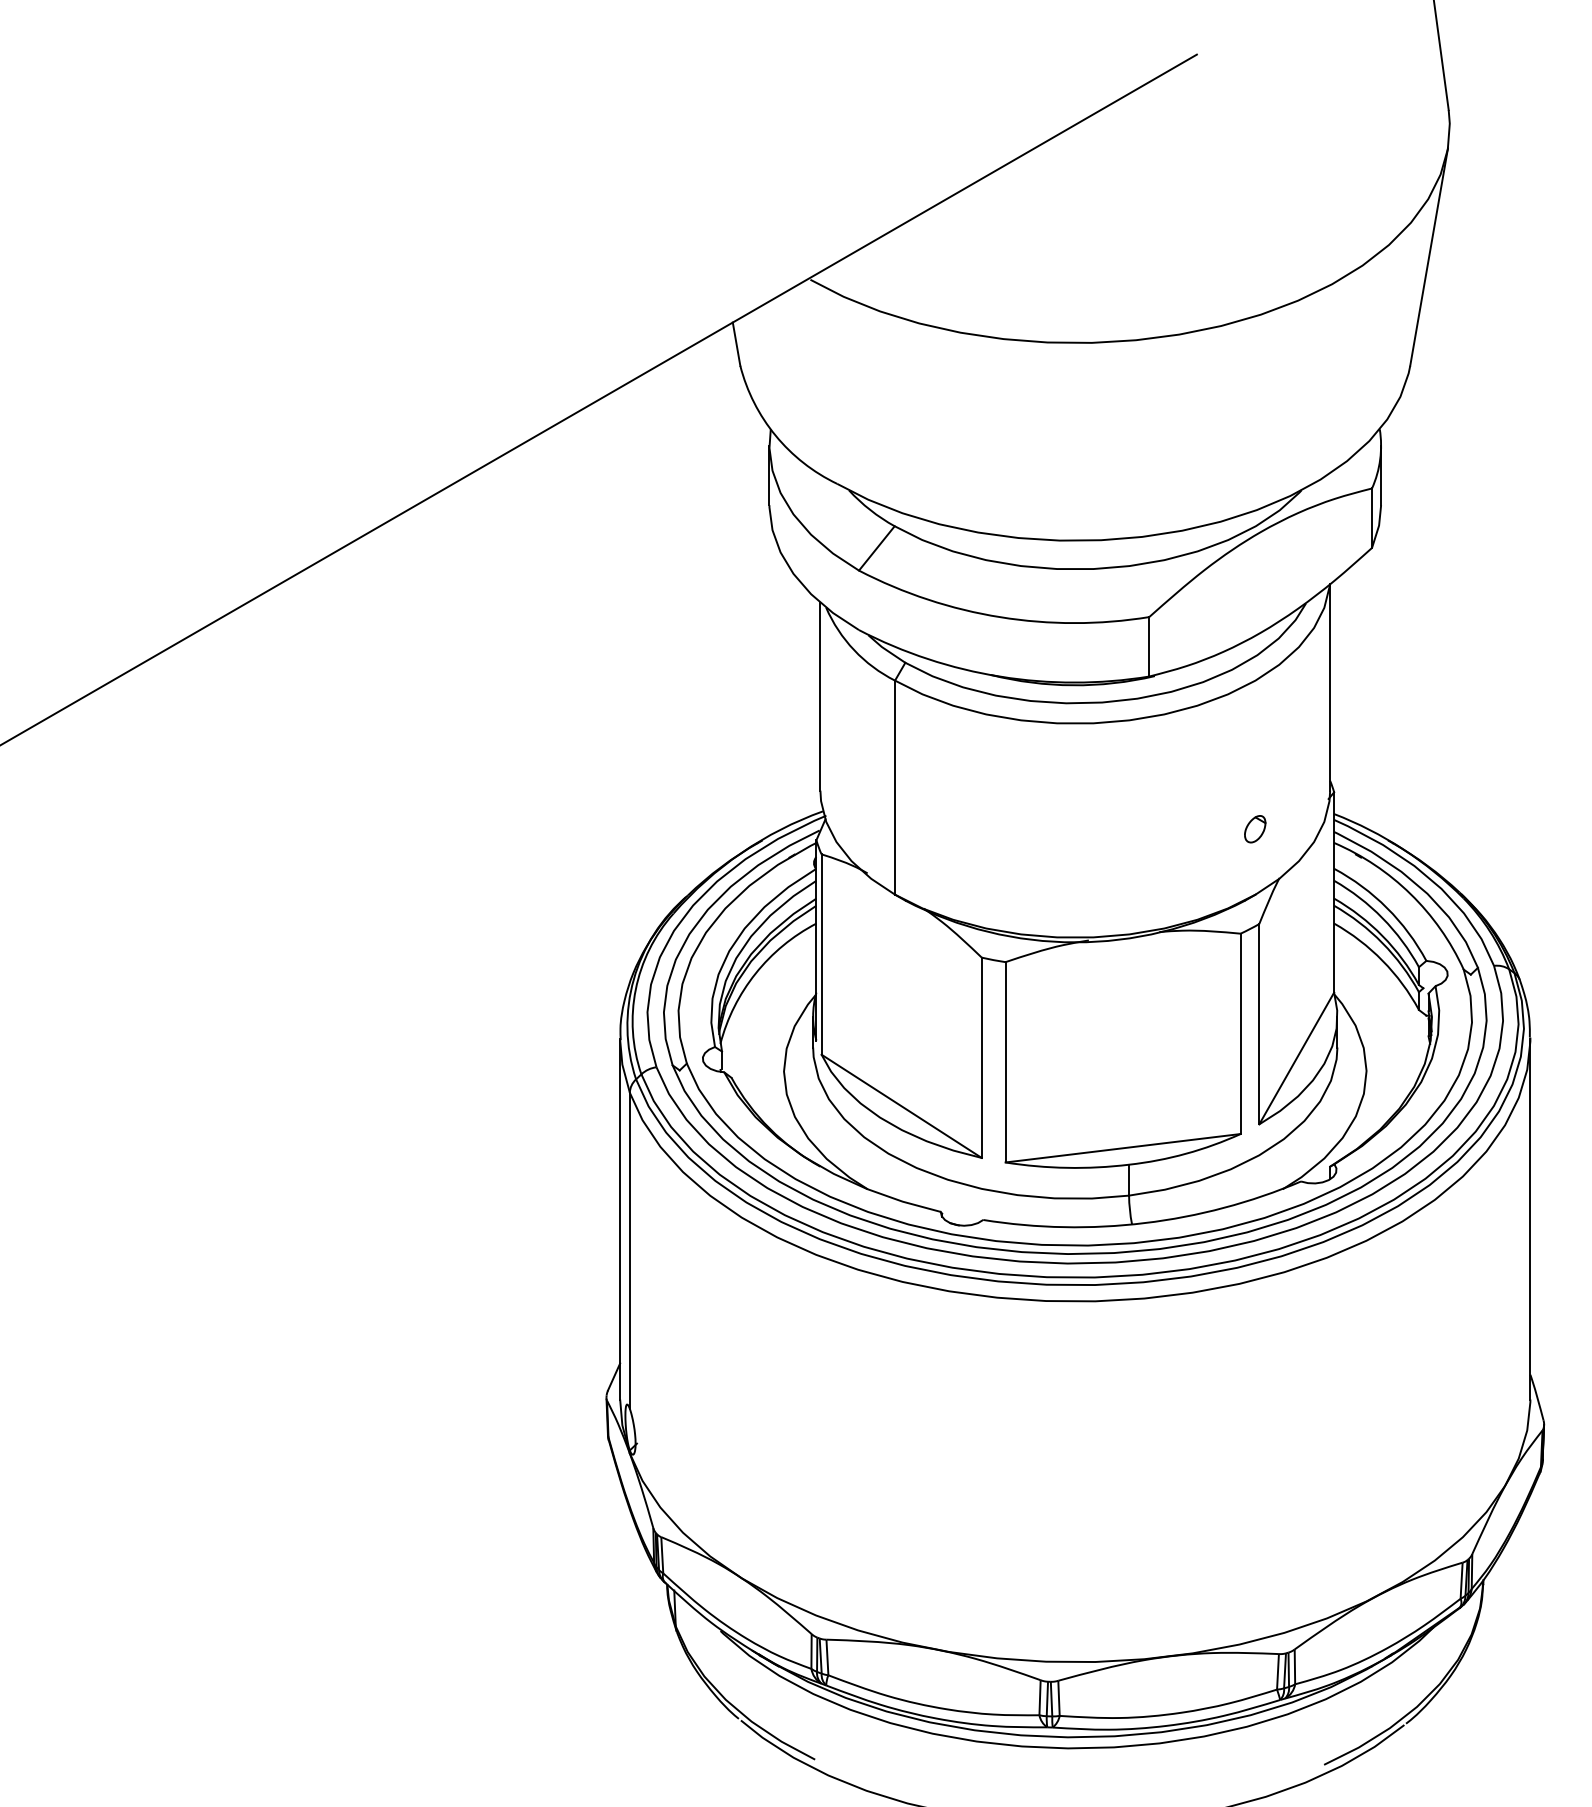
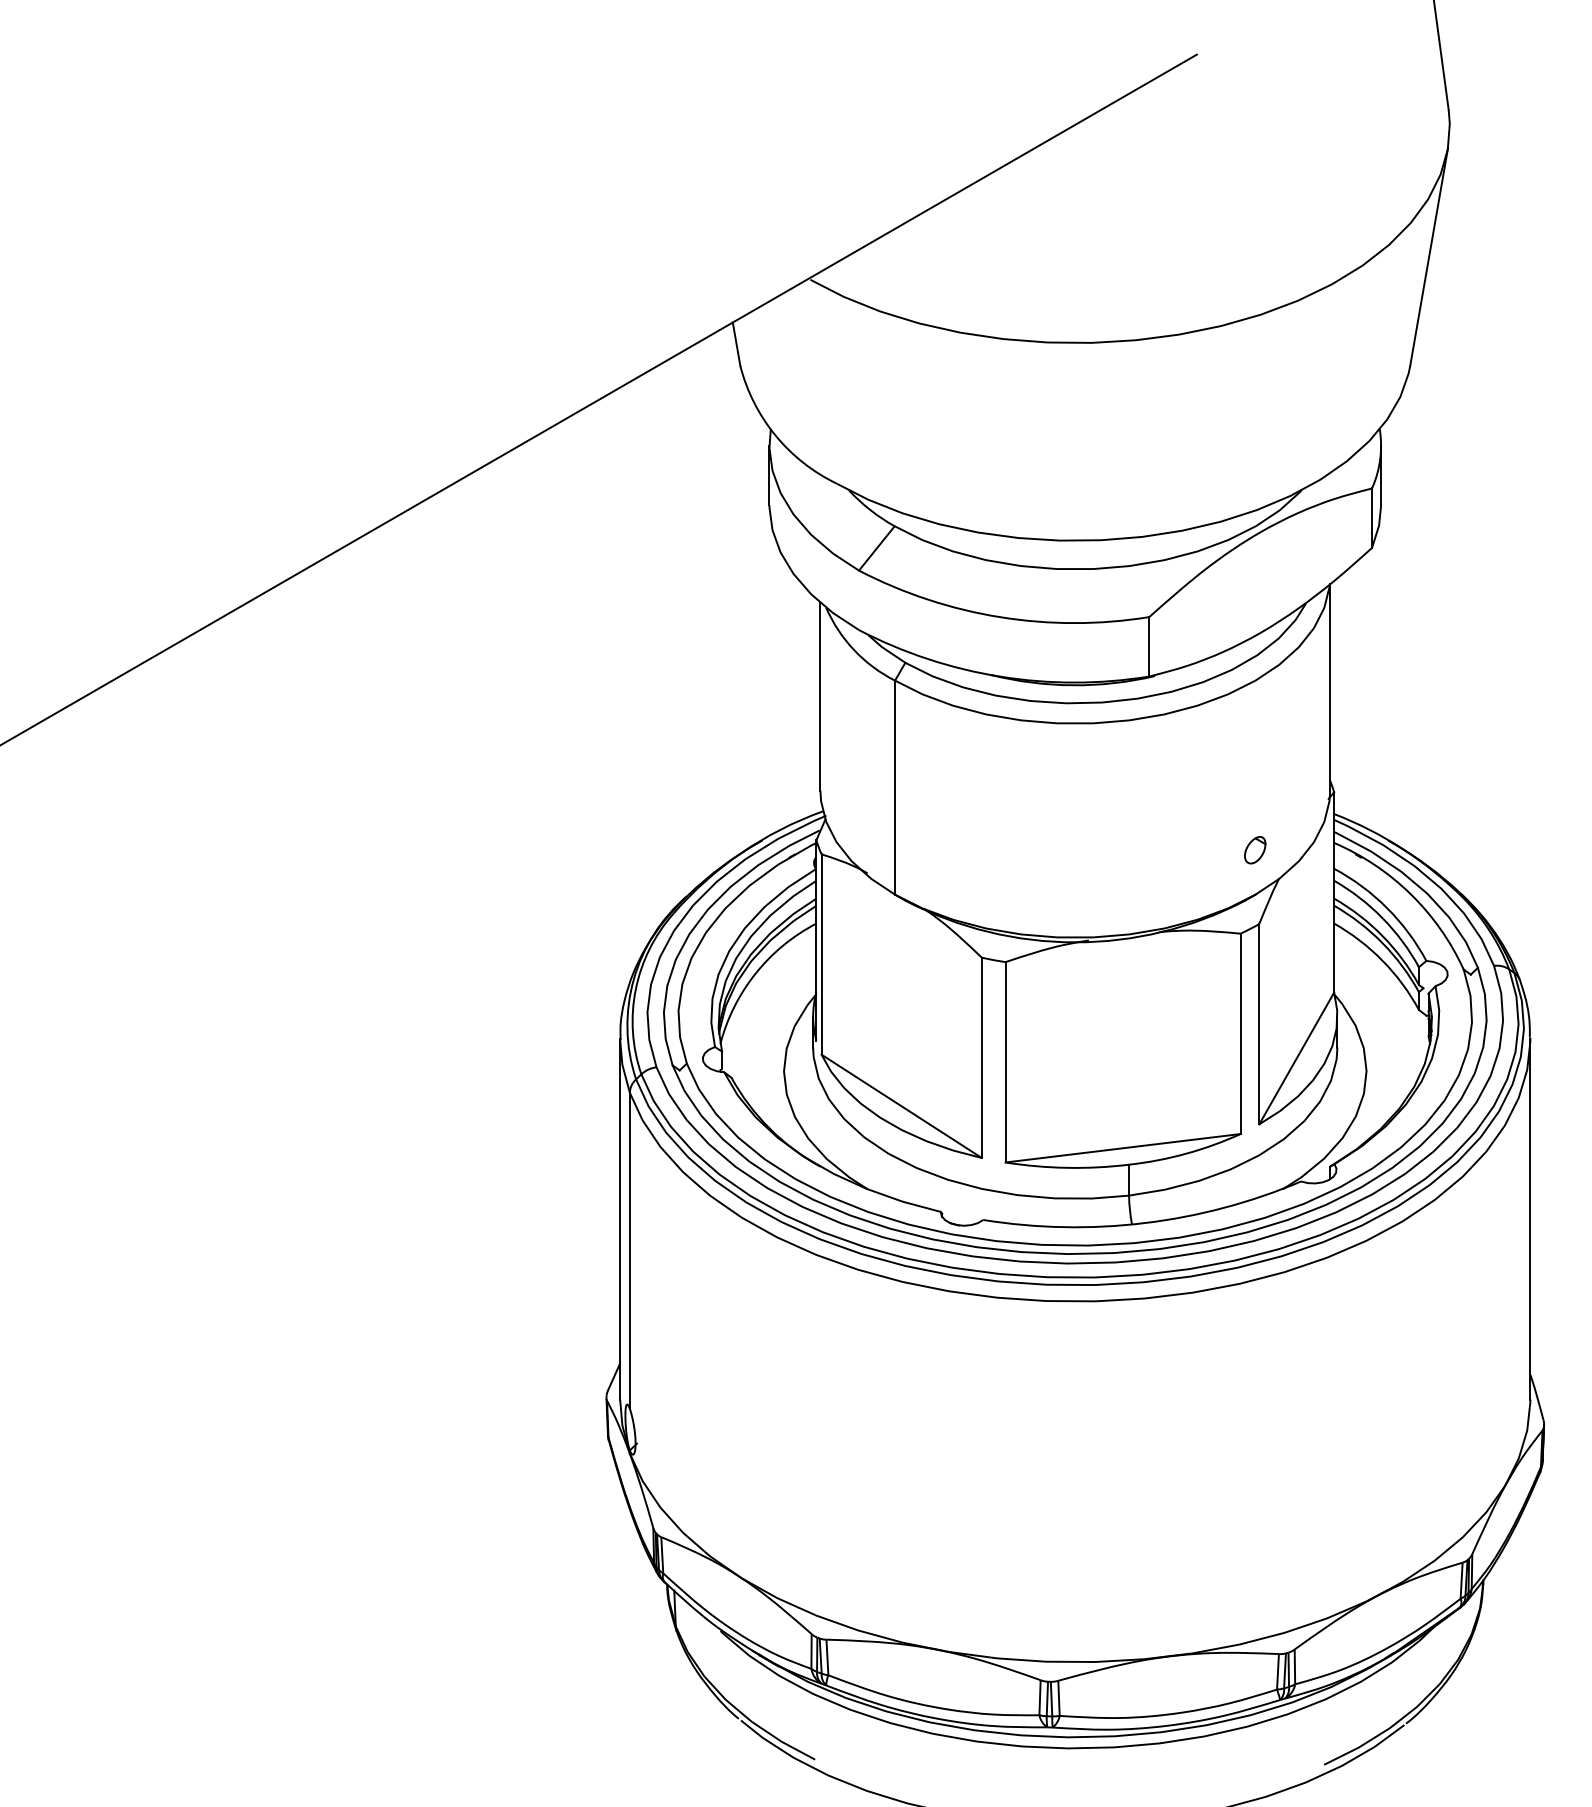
part at (1255, 829) position: (1255, 829) -> (1255, 850)
